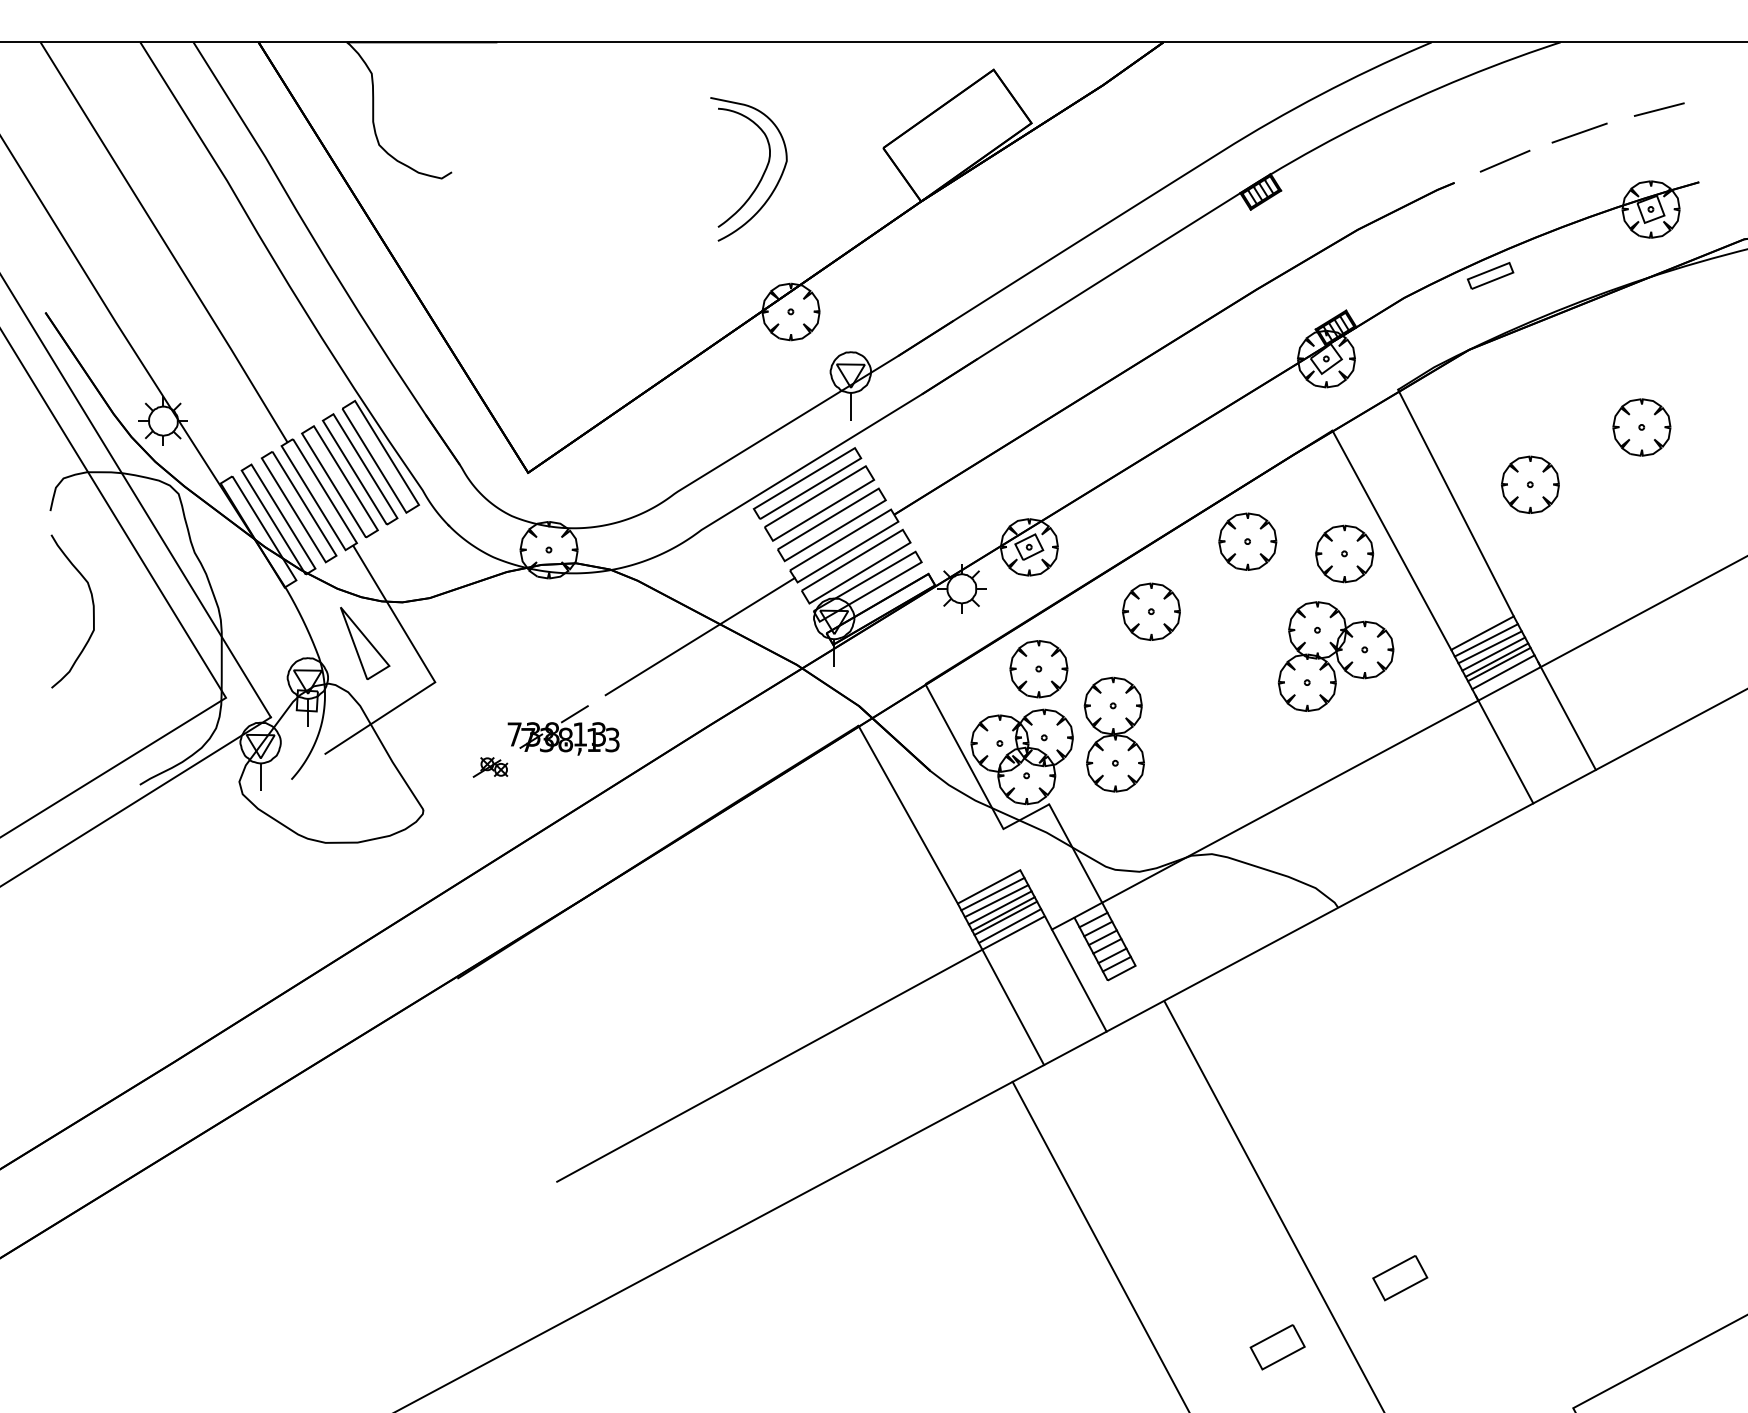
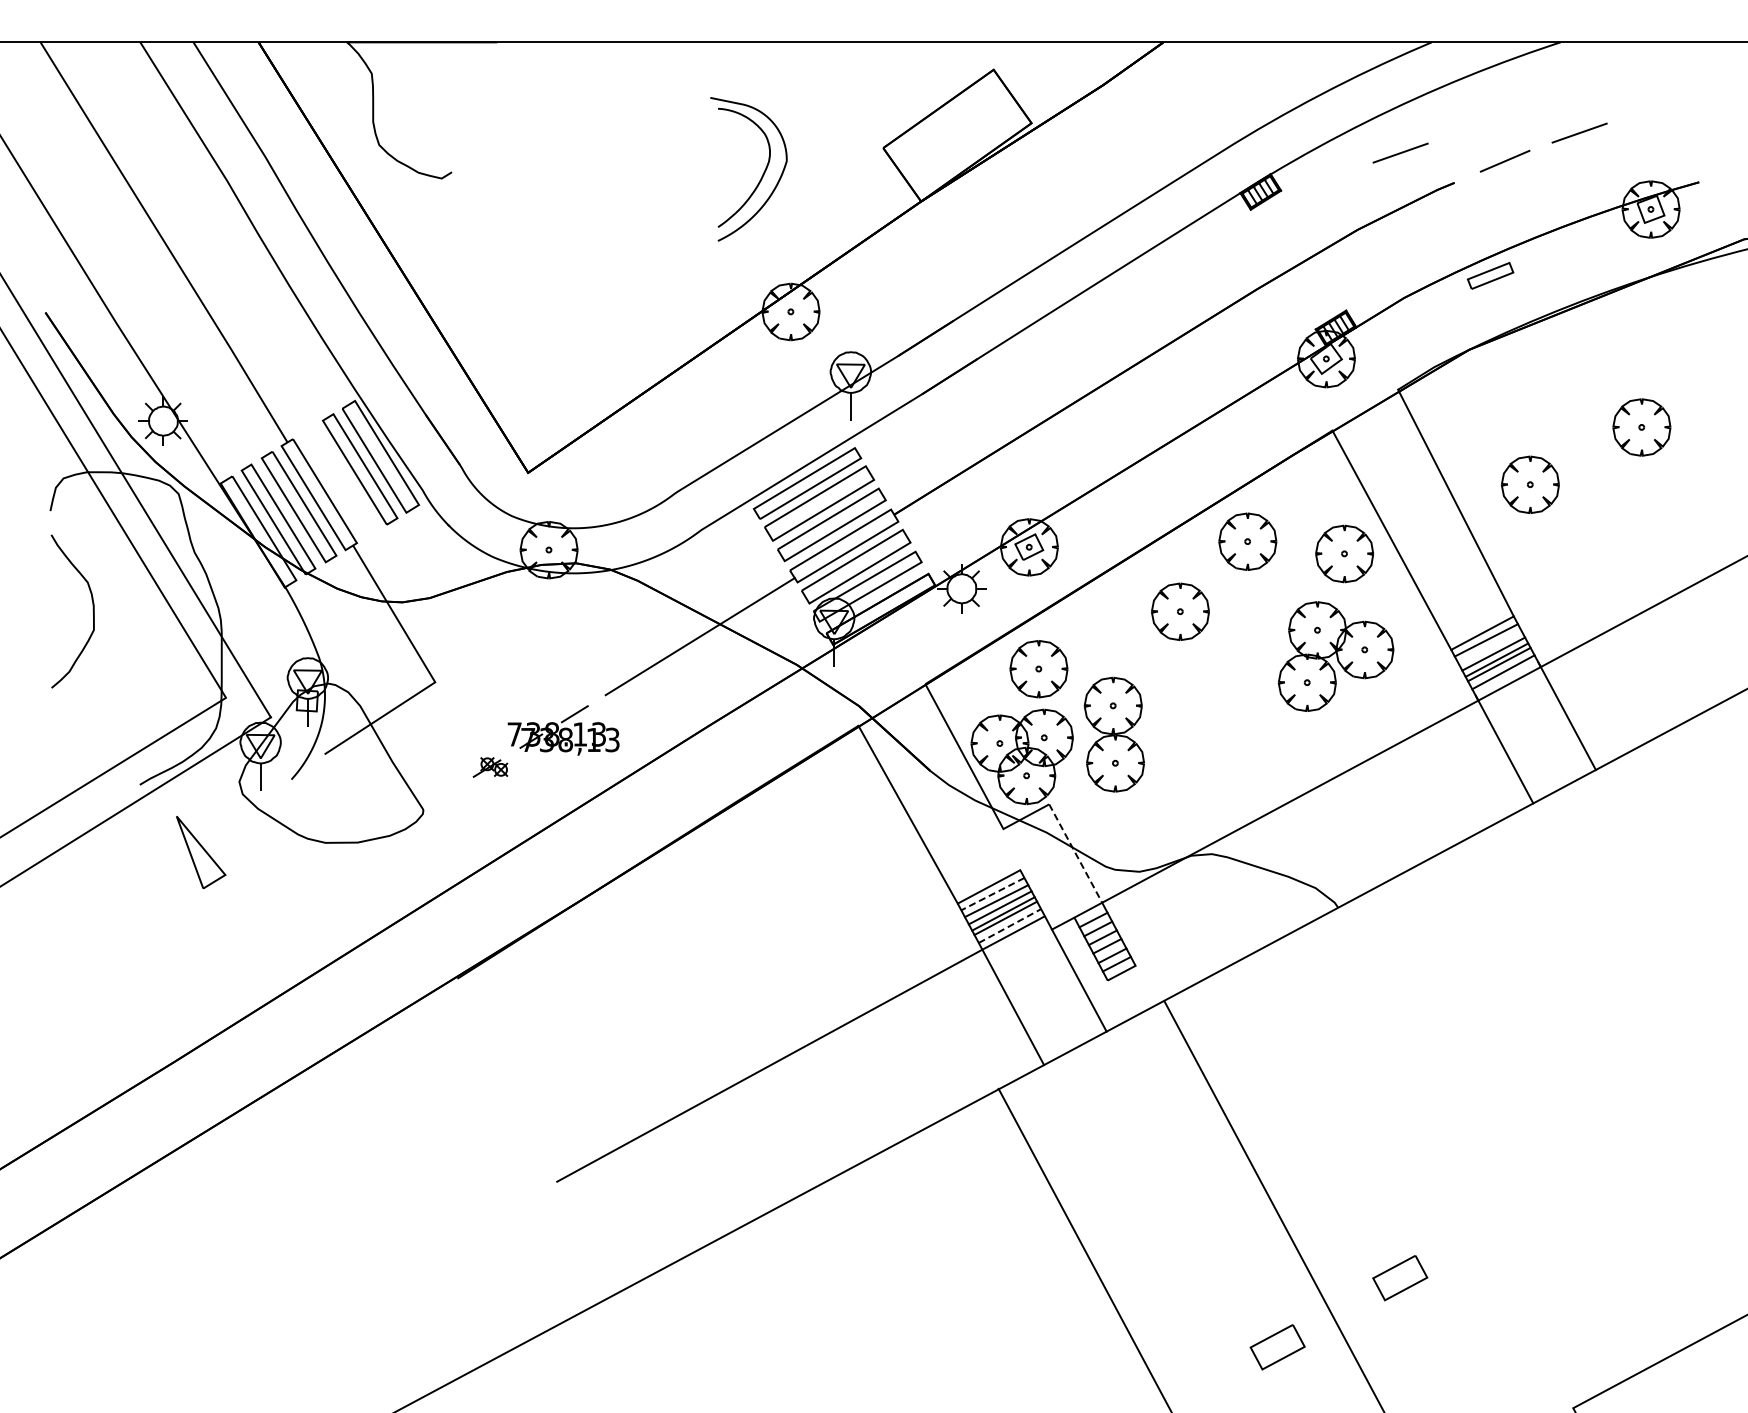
line at (1658, 109): present -> none
line at (1400, 152): none -> present
part at (339, 481): present -> none
part at (1151, 611) position: (1151, 611) -> (1180, 611)
part at (365, 642) position: (365, 642) -> (201, 851)
line at (1489, 647): present -> none
line at (1075, 853): solid -> dashed
line at (992, 894): solid -> dashed
line at (1010, 925): solid -> dashed
line at (1099, 1245) position: (1099, 1245) -> (1084, 1248)
